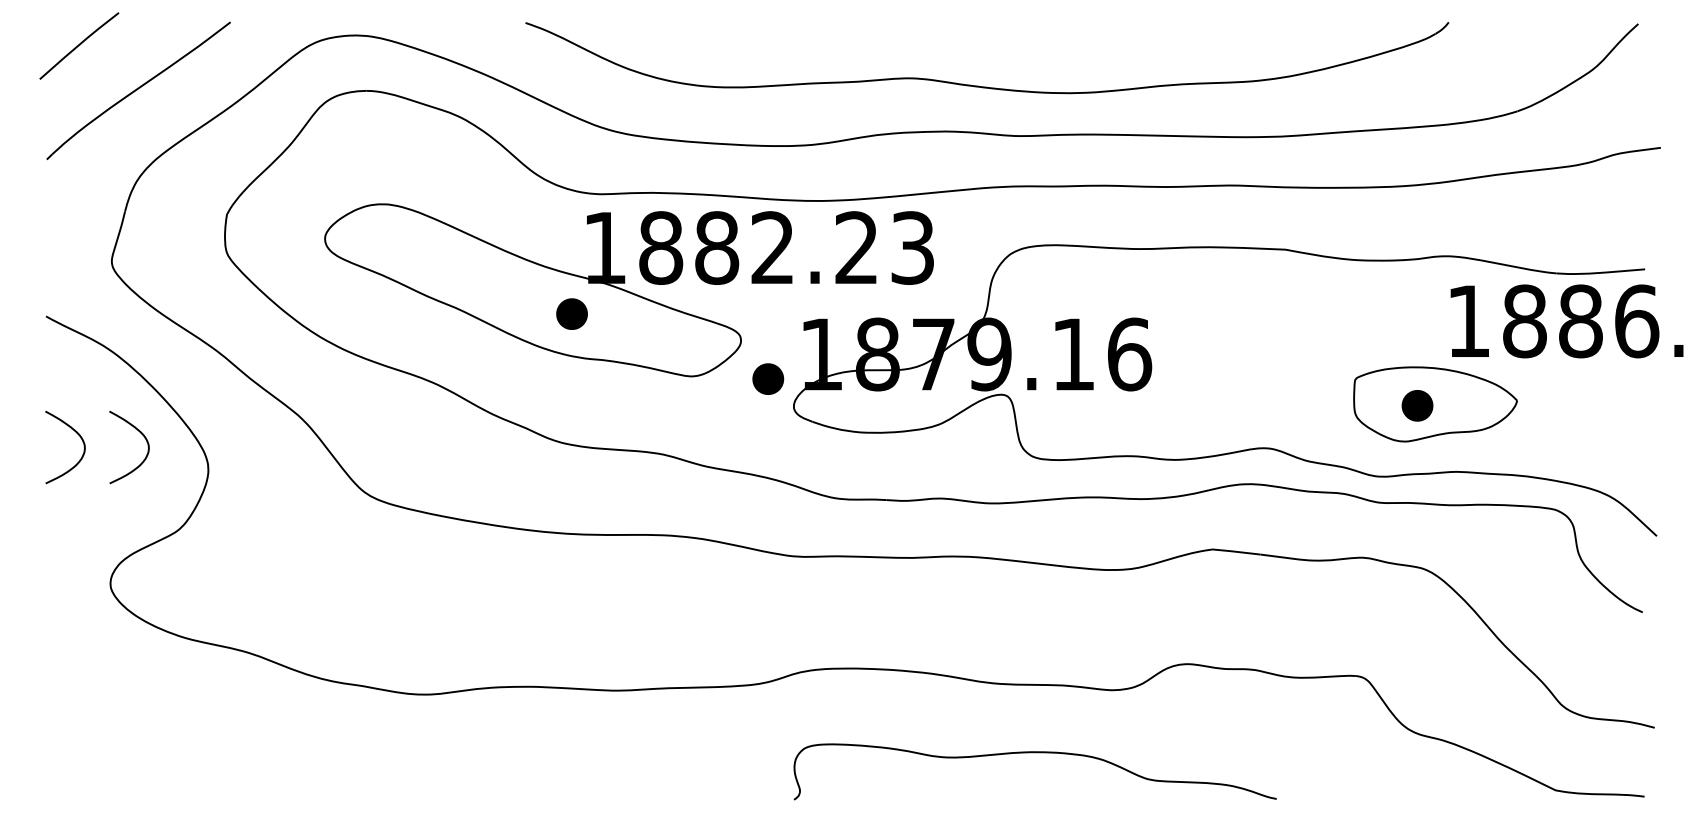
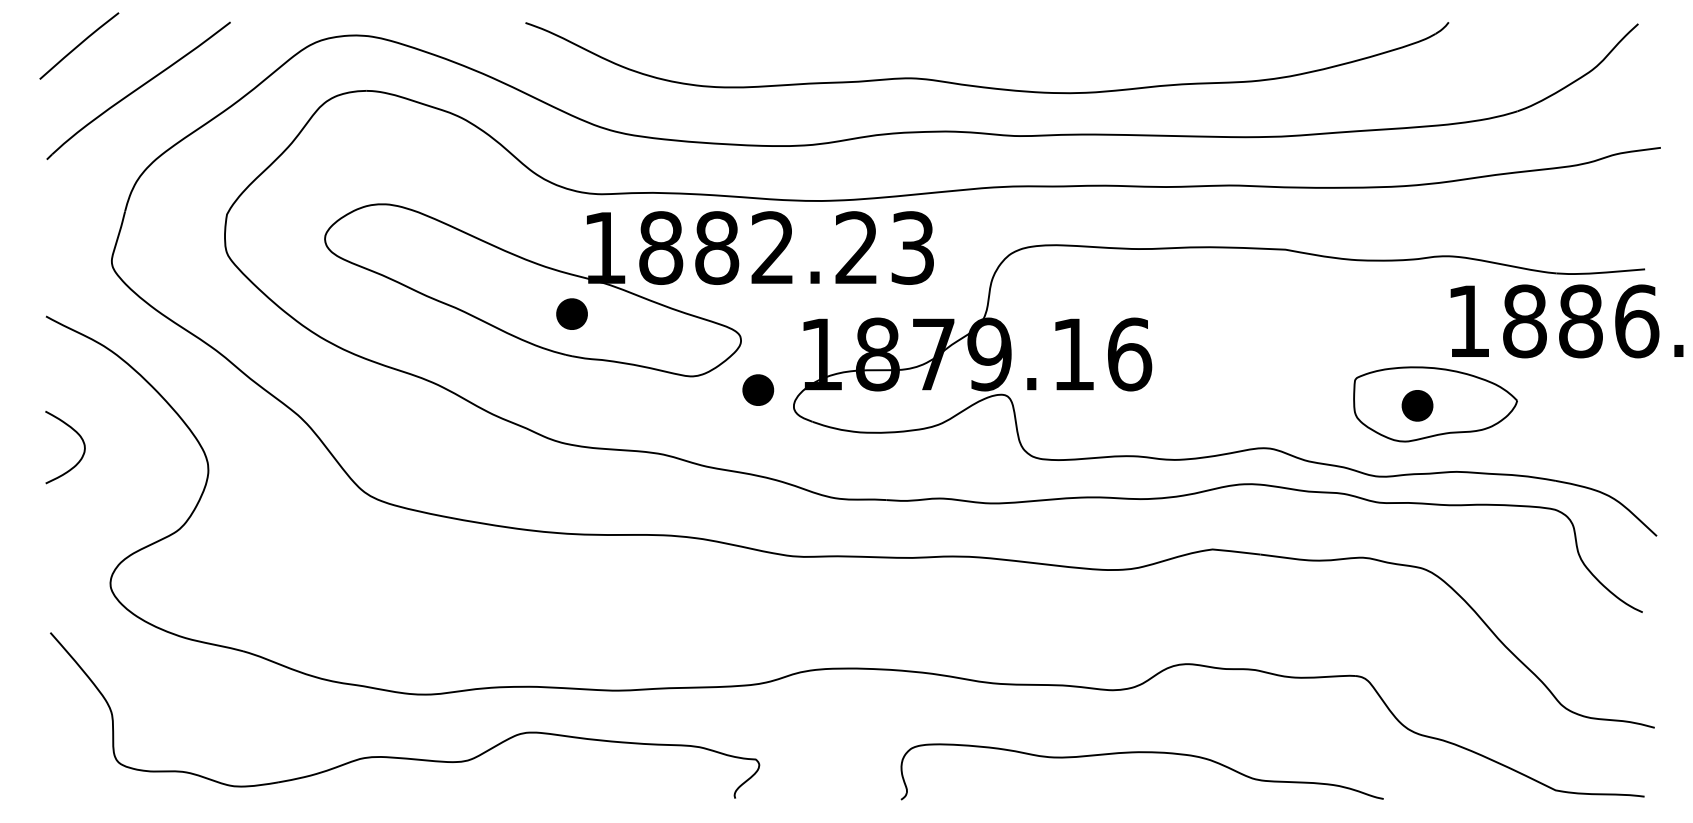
part at (768, 378) position: (768, 378) -> (758, 389)
curve at (144, 438): present -> none
part at (1034, 753) position: (1034, 753) -> (1141, 753)
part at (405, 757): none -> present
